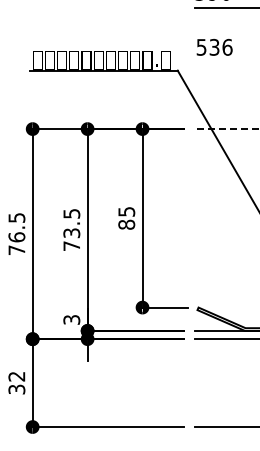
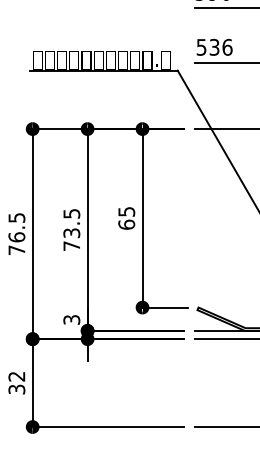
line at (225, 63): none -> present
line at (226, 129): dashed -> solid
text at (126, 224): 85 -> 65
